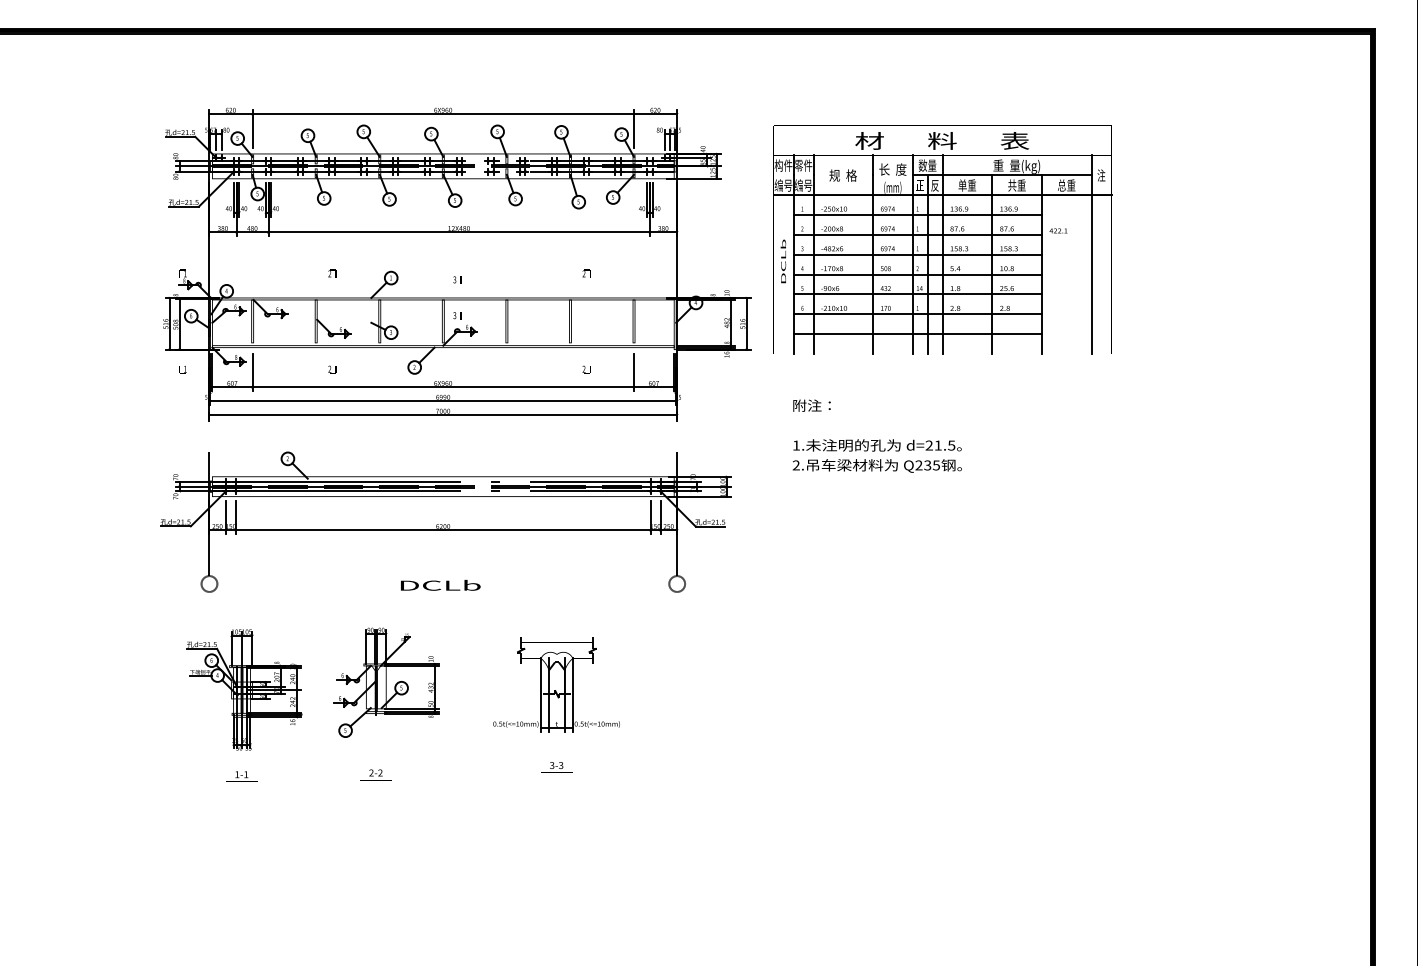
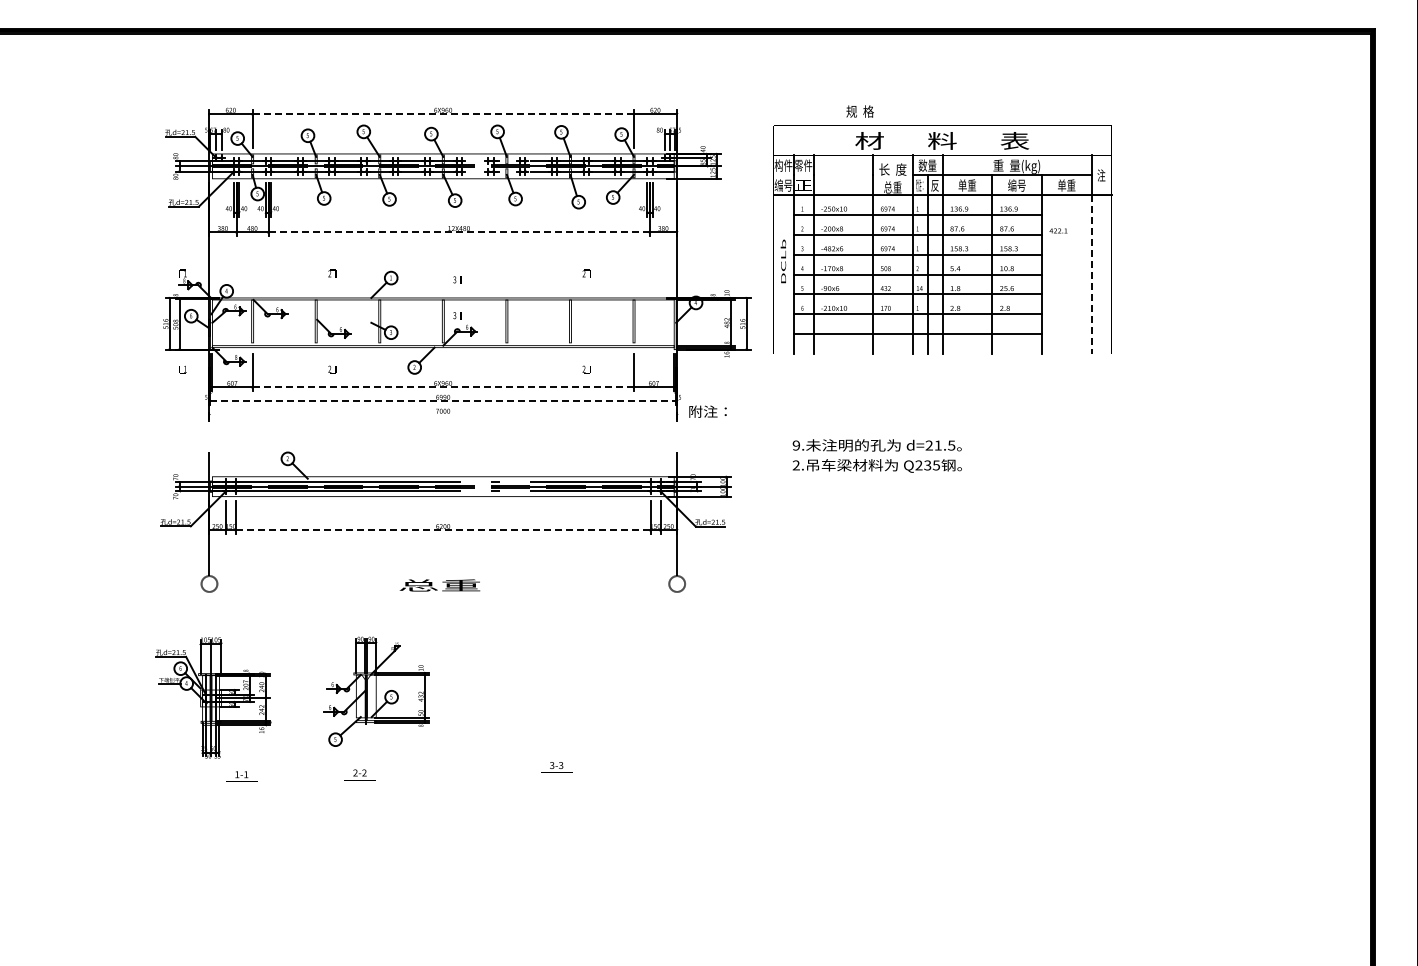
line at (443, 114): solid -> dashed
text at (842, 175) position: (842, 175) -> (859, 111)
text at (803, 185): 编号 -> 正
text at (919, 185): 正 -> 附注：
text at (1016, 185): 共重 -> 编号
text at (1062, 185): 总重 -> 单重
text at (892, 187): (mm) -> 总重
line at (459, 232): solid -> dashed
line at (1091, 275): solid -> dashed
line at (443, 387): solid -> dashed
line at (443, 401): solid -> dashed
text at (811, 405) position: (811, 405) -> (707, 411)
line at (443, 415): present -> none
text at (795, 445): 1. -> 9.
line at (443, 530): solid -> dashed
text at (439, 585): DCLb -> 总重
part at (386, 682) position: (386, 682) -> (376, 691)
part at (556, 684): present -> none
part at (244, 689) position: (244, 689) -> (213, 697)
text at (375, 774) position: (375, 774) -> (359, 774)
